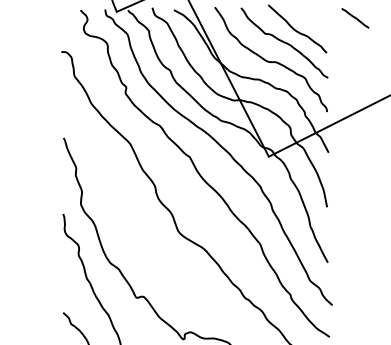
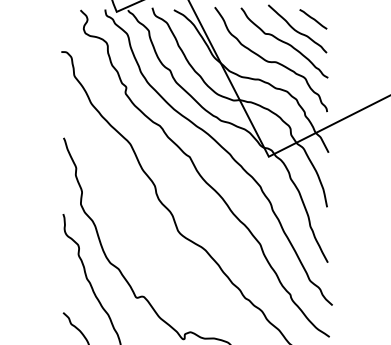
line at (355, 18) position: (355, 18) -> (313, 19)
